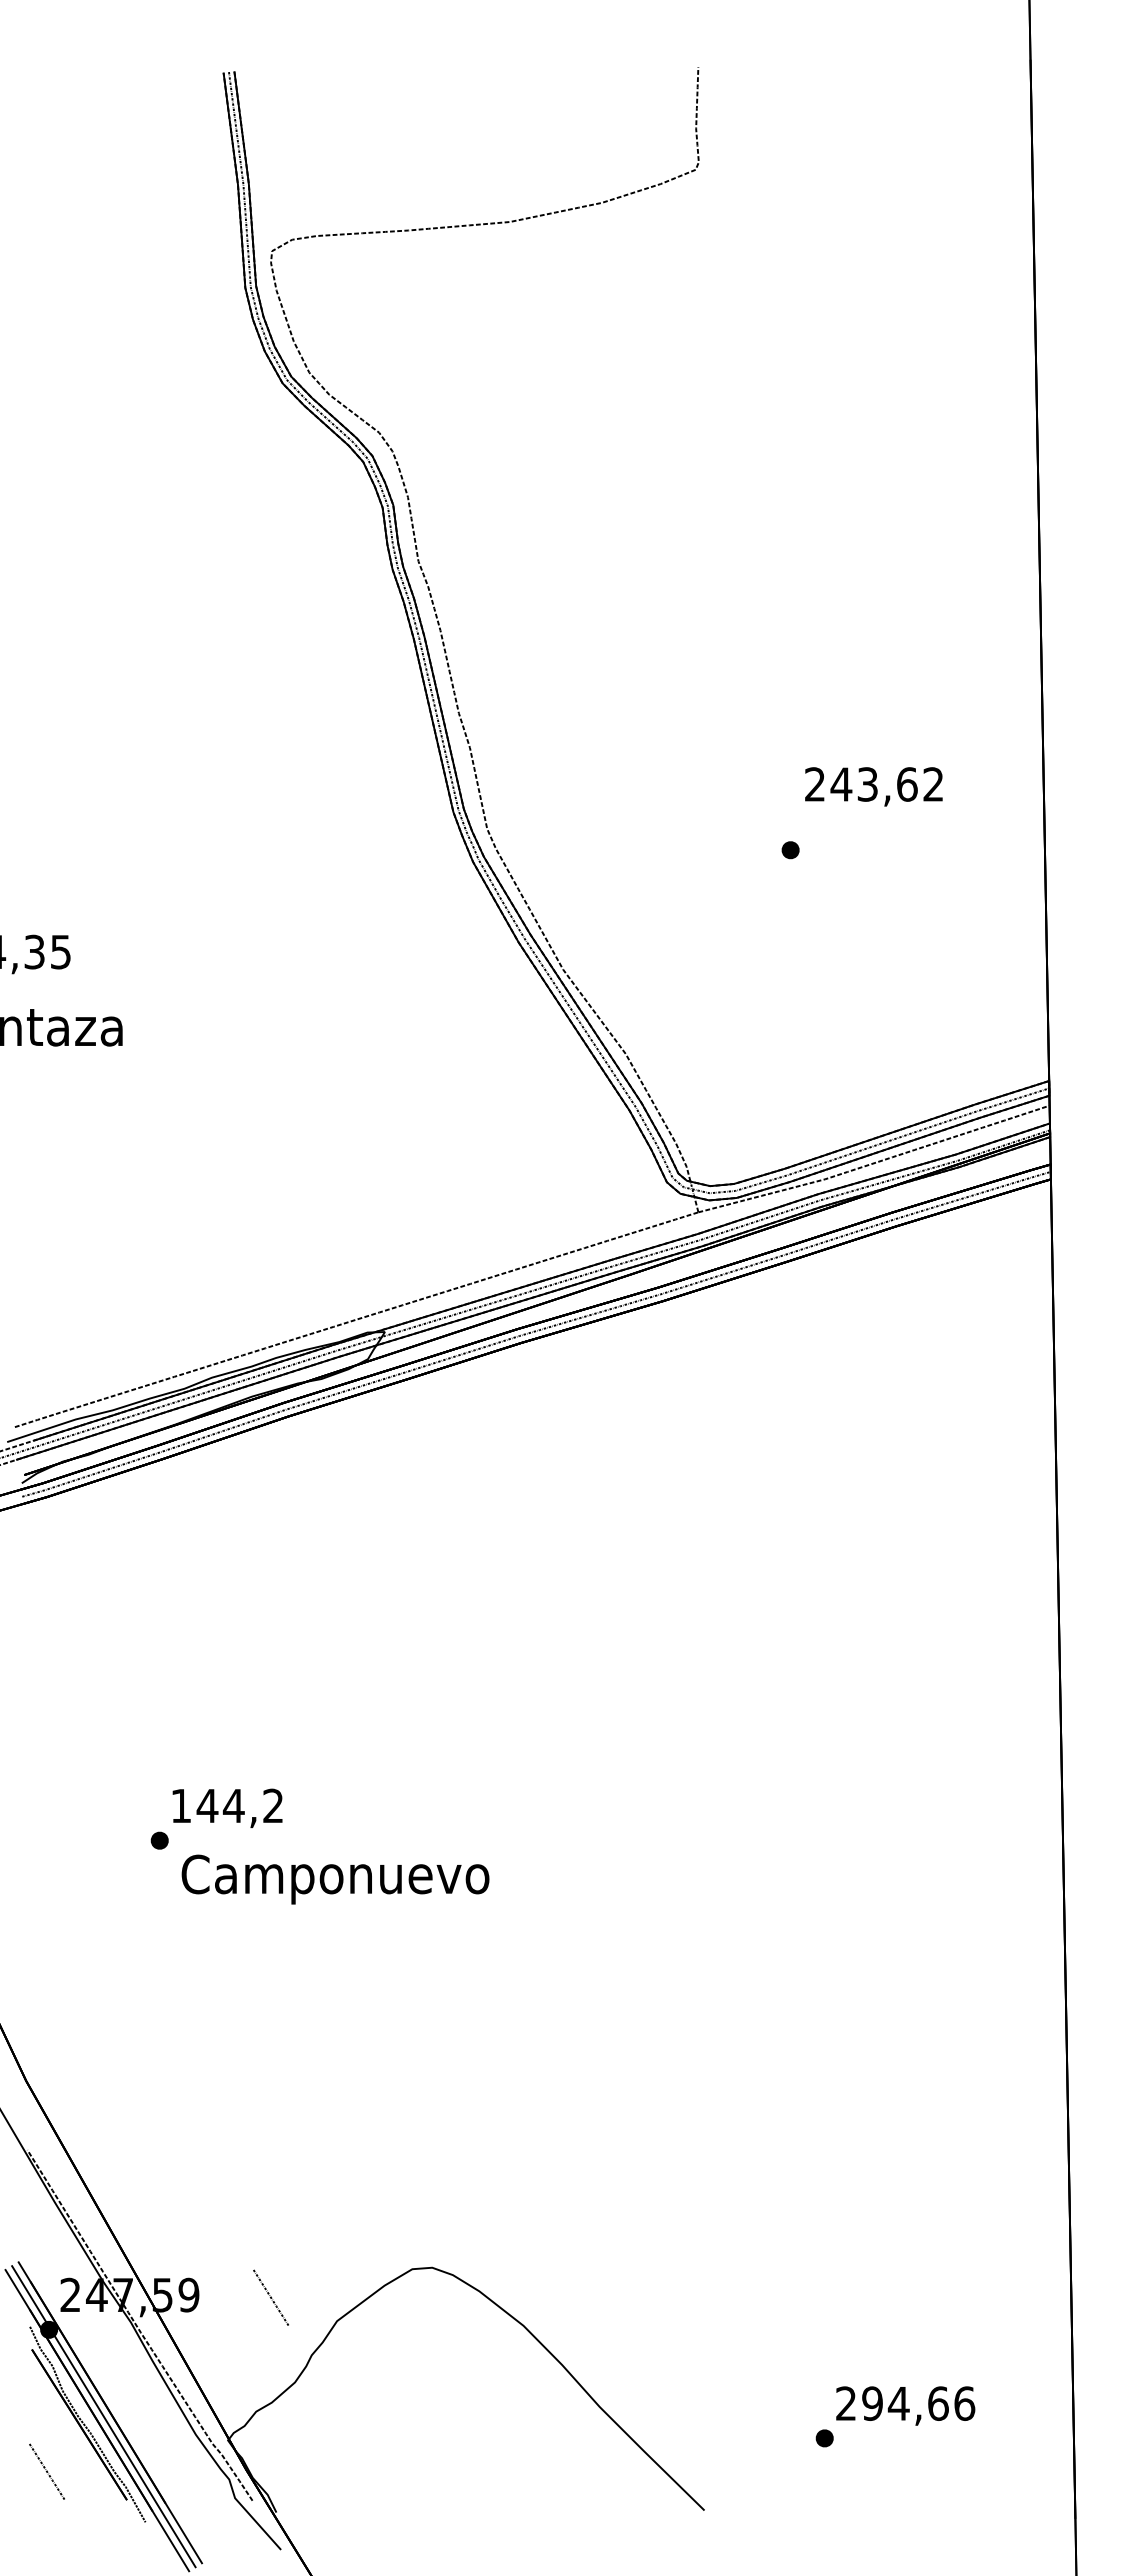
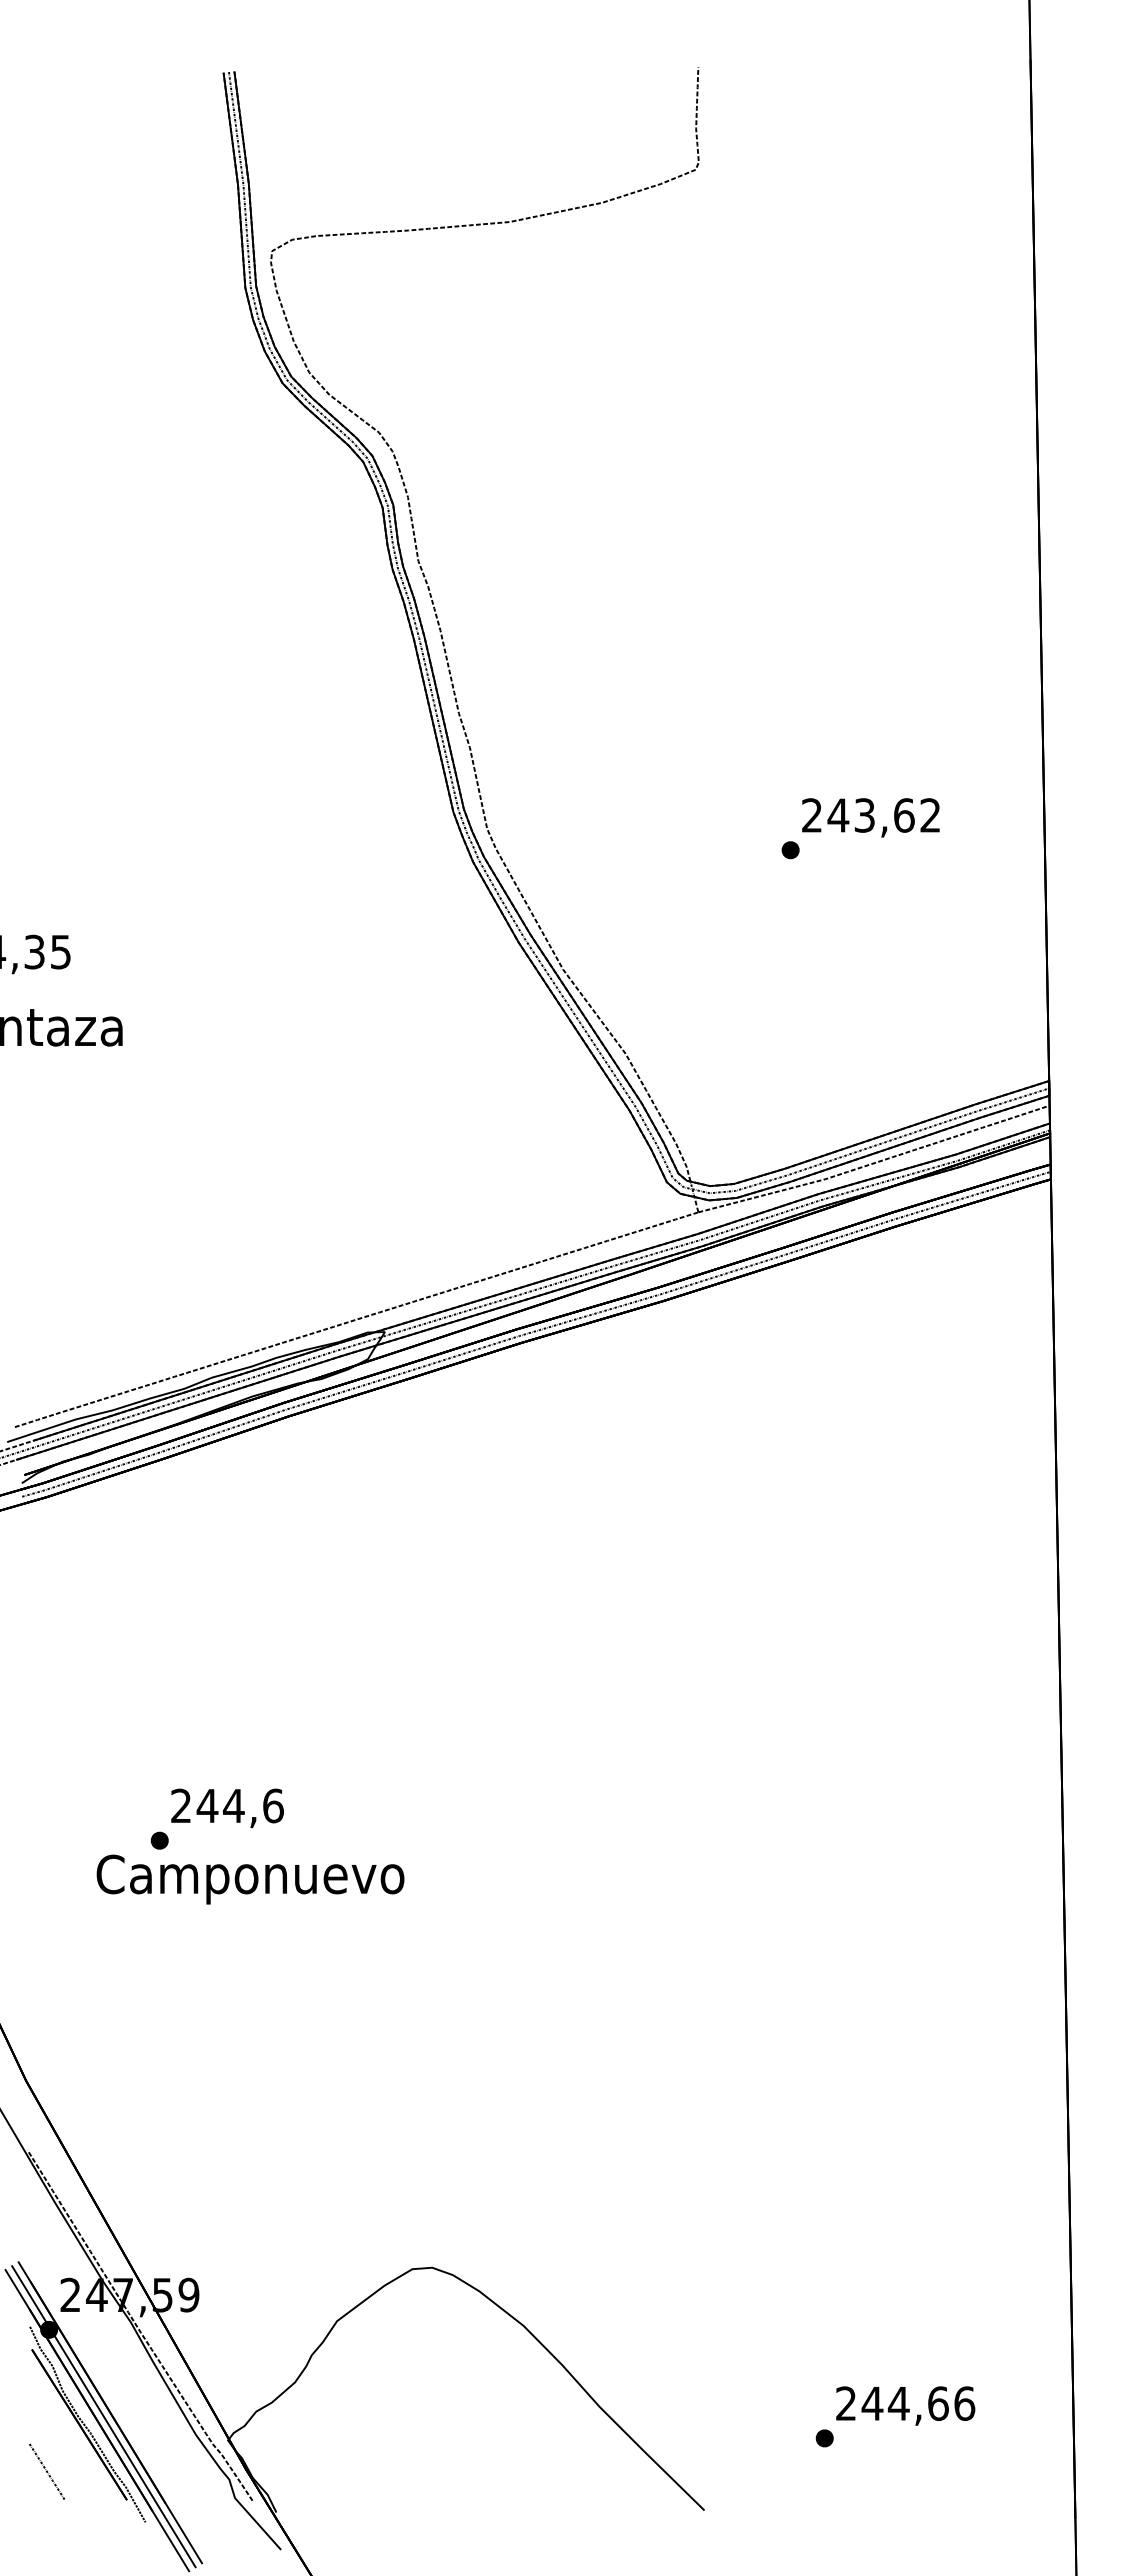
text at (873, 786) position: (873, 786) -> (870, 817)
text at (227, 1805): 144,2 -> 244,6
text at (335, 1879) position: (335, 1879) -> (250, 1879)
line at (270, 2297): present -> none
text at (872, 2403): 294,66 -> 244,66
